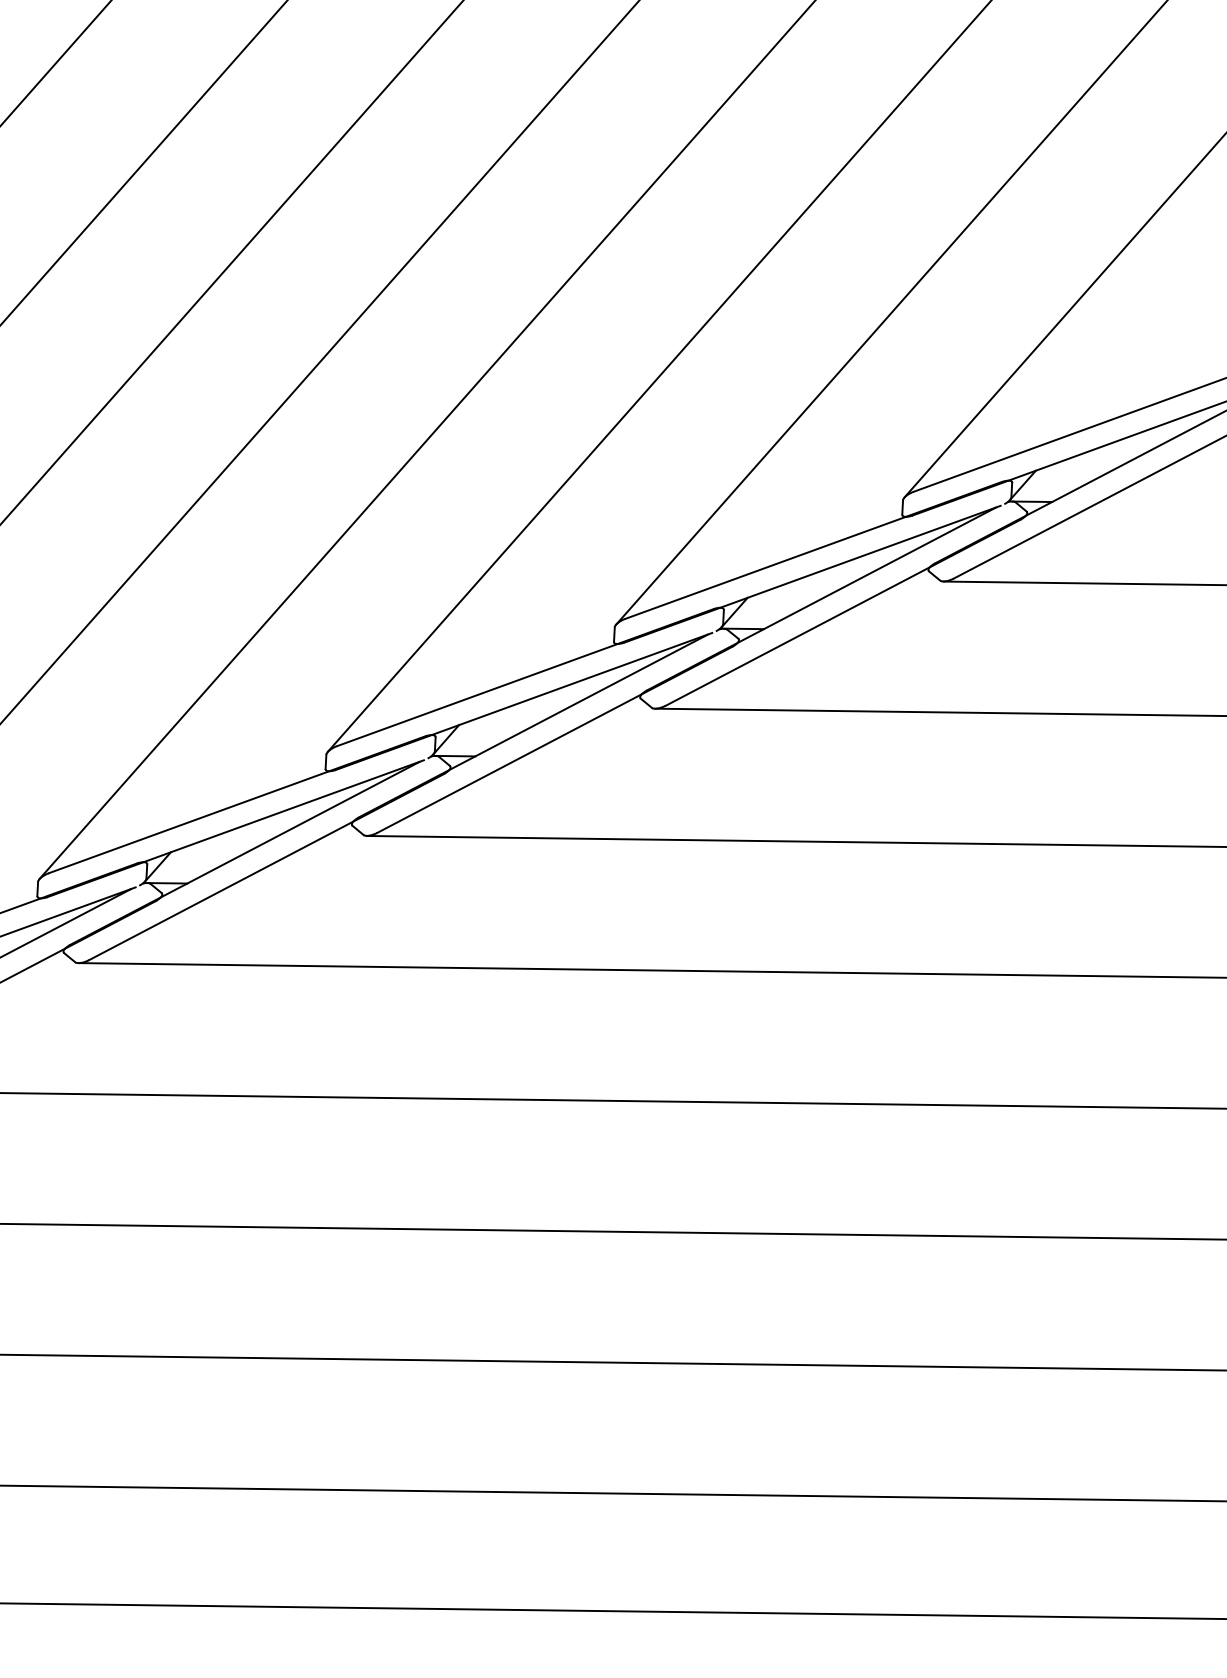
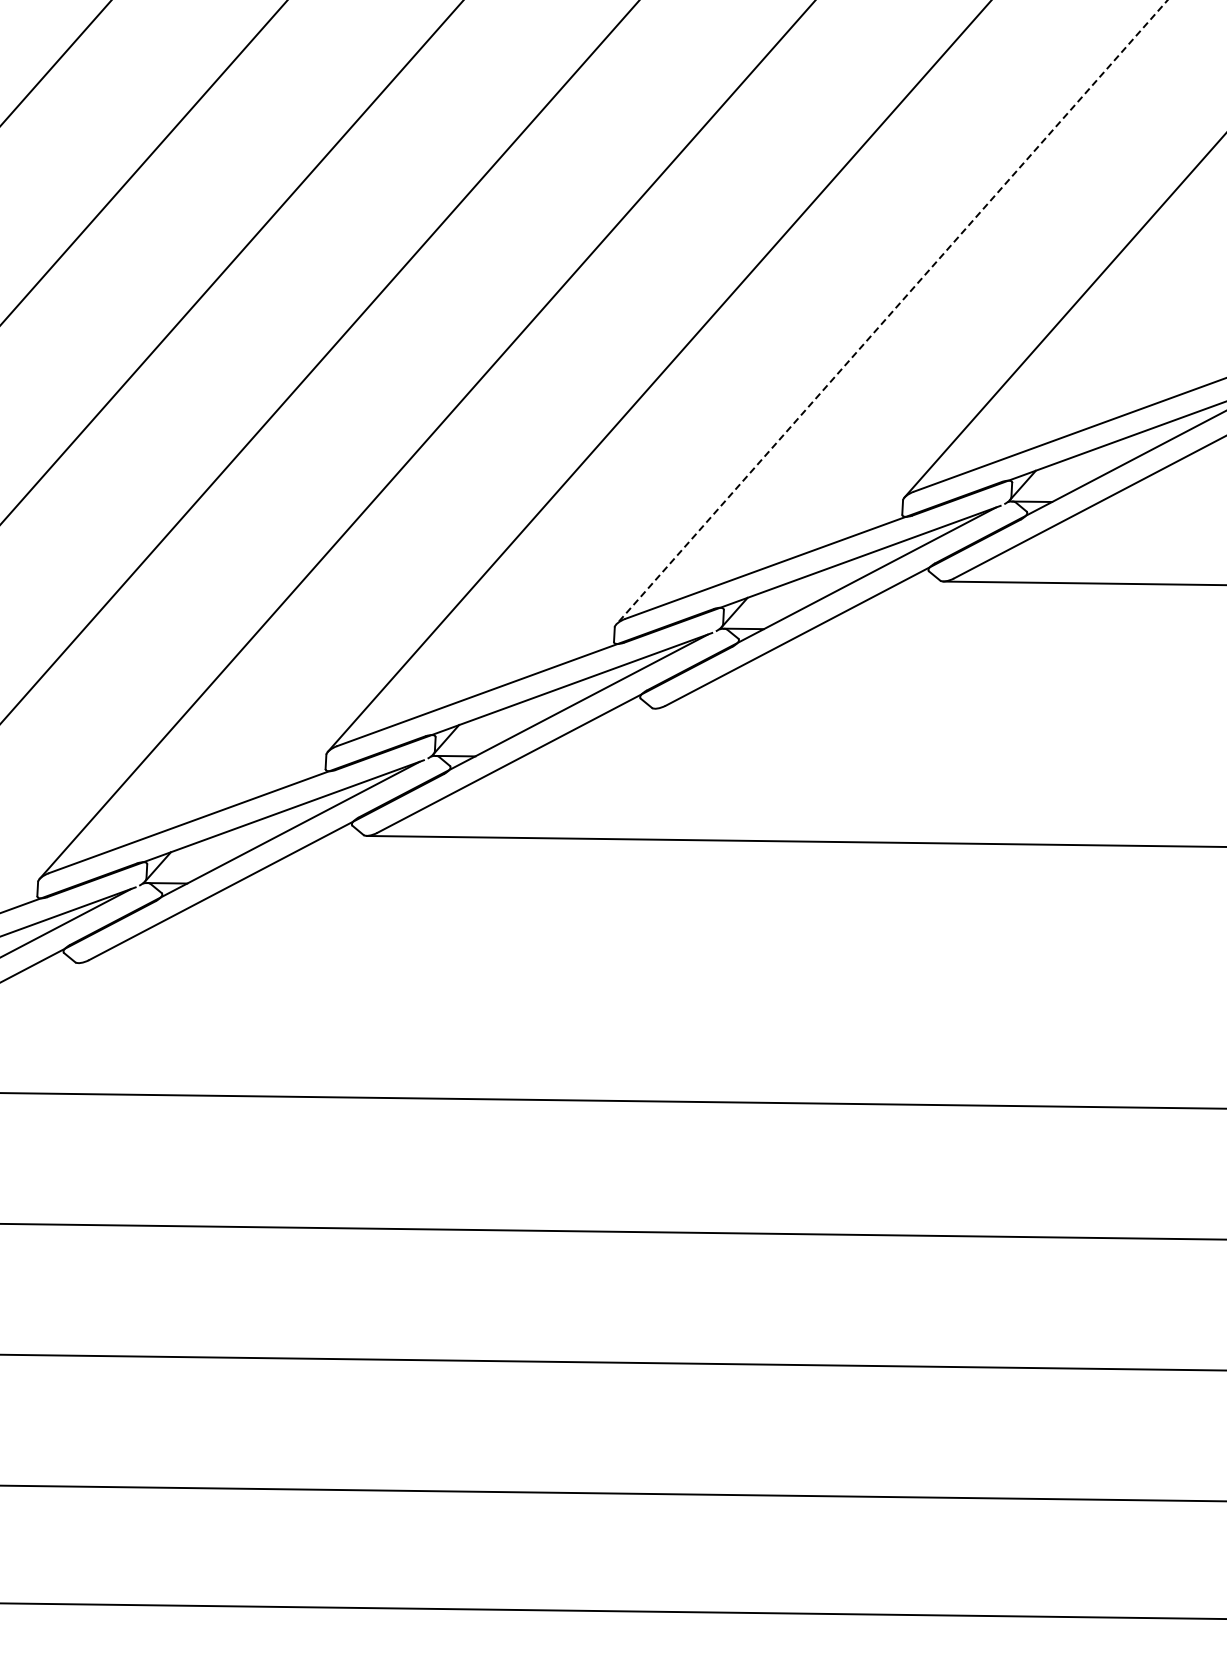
line at (892, 312): solid -> dashed
line at (939, 712): present -> none
line at (650, 970): present -> none
